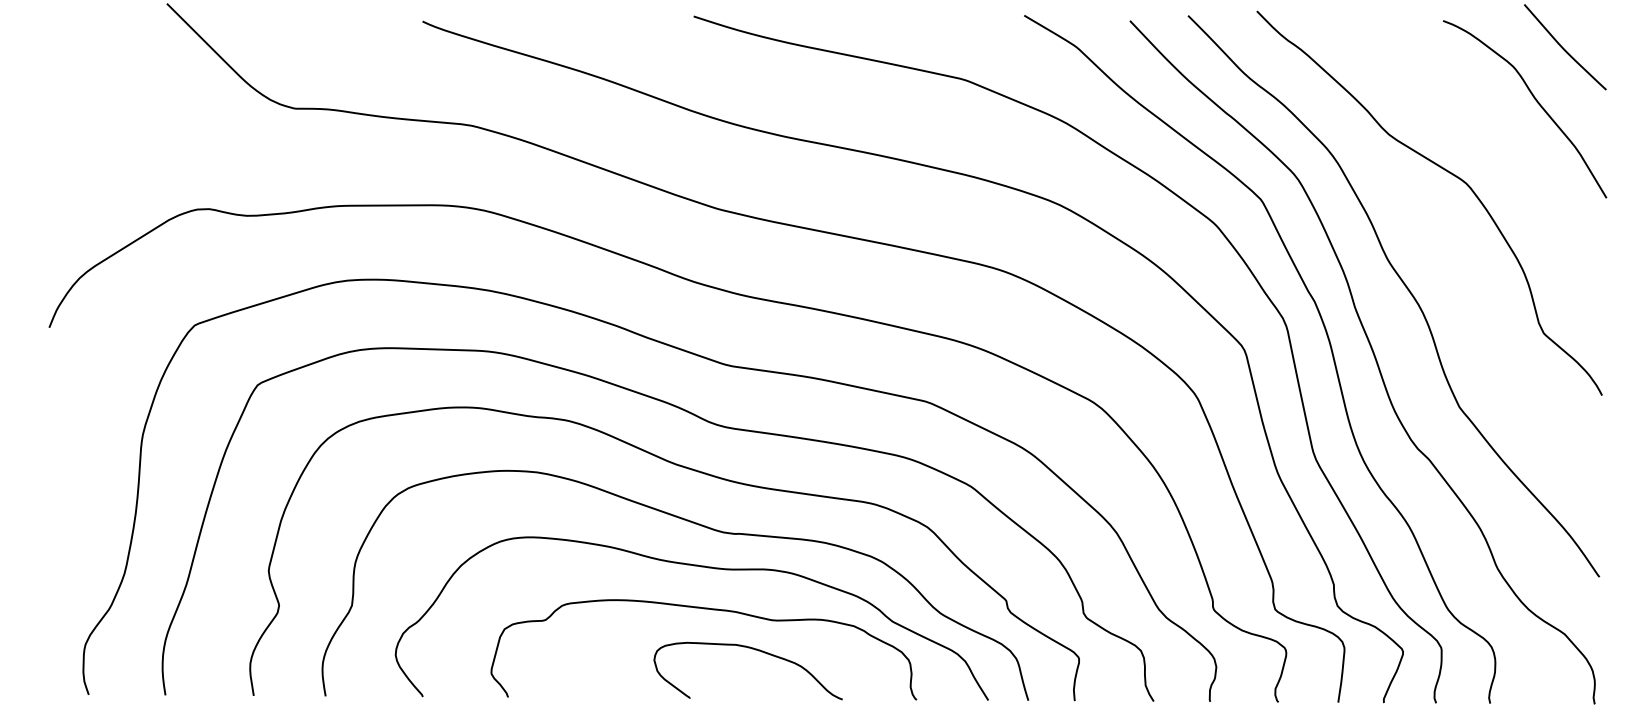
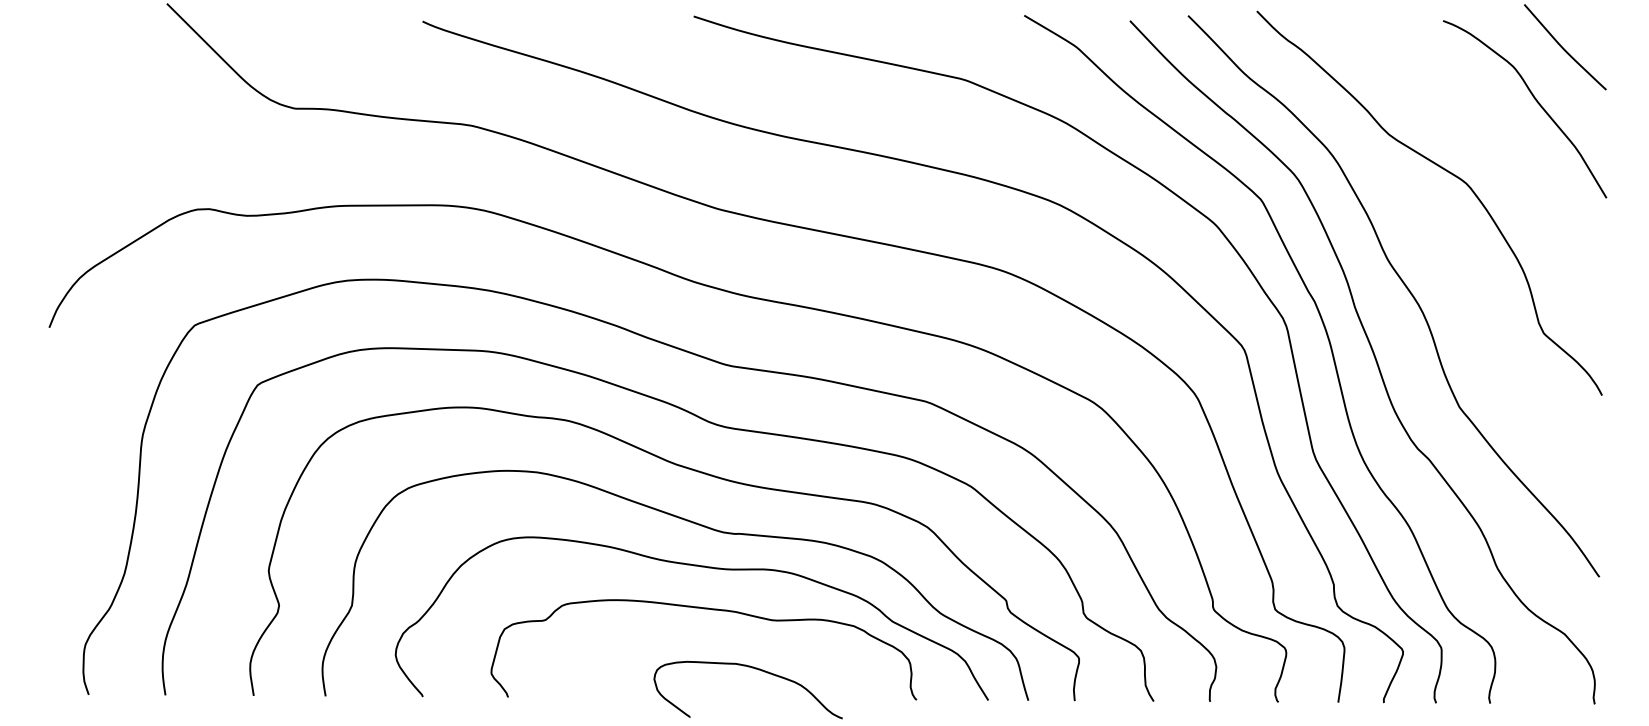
curve at (755, 650) position: (755, 650) -> (755, 669)
